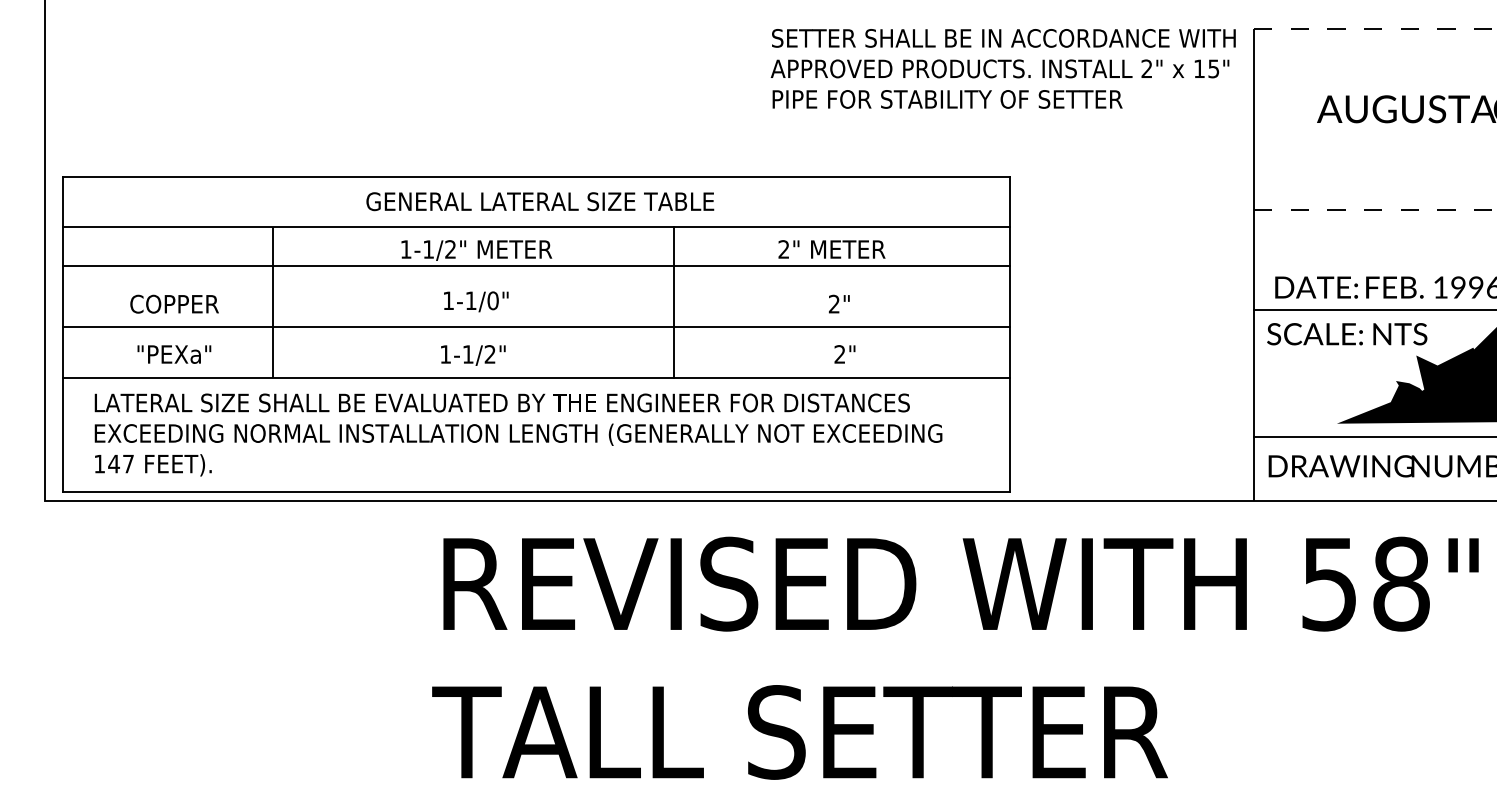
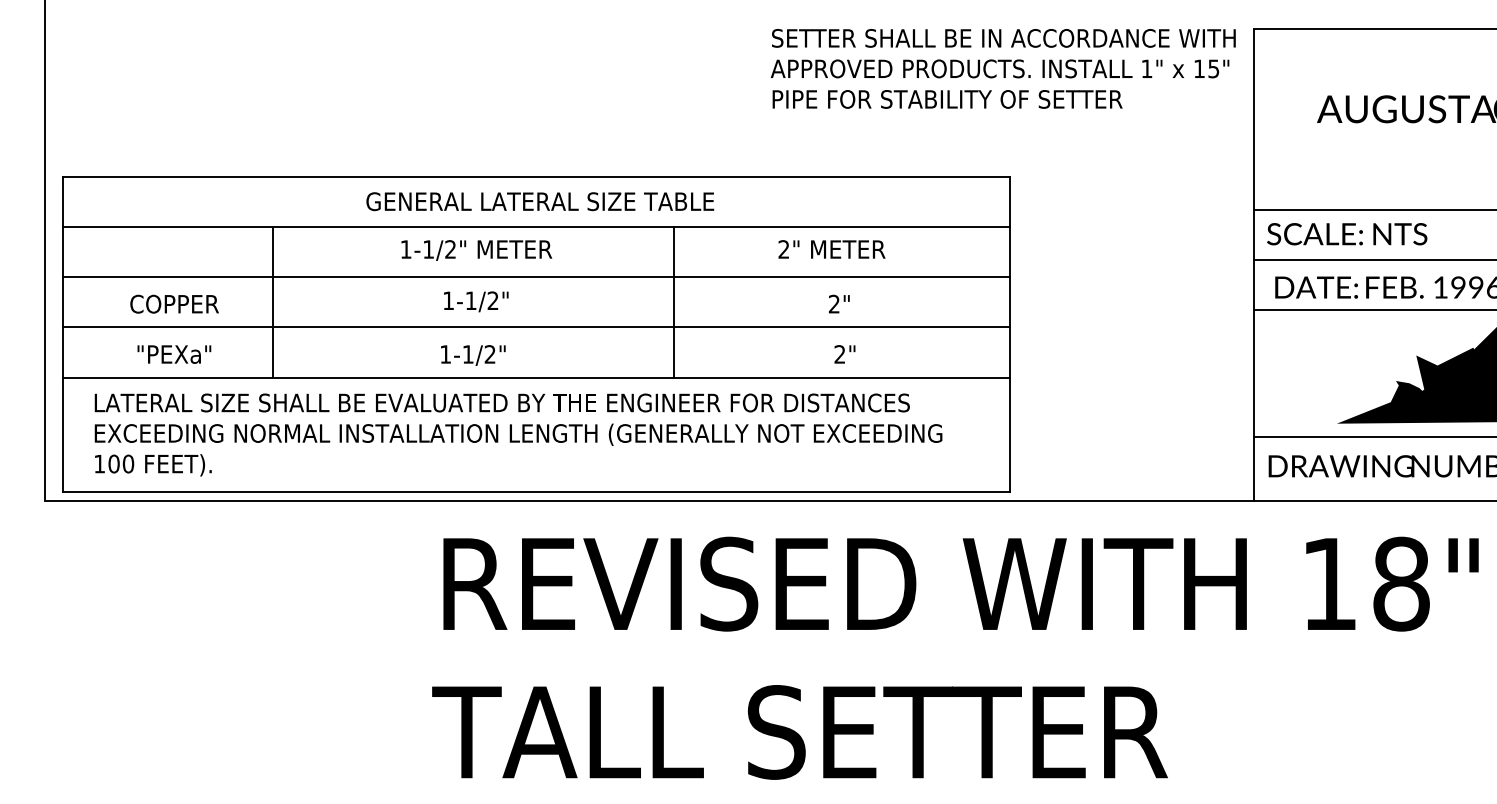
line at (1376, 28): dashed -> solid
text at (1146, 68): 2" -> 1"
line at (1376, 209): dashed -> solid
line at (1373, 259): none -> present
line at (536, 266) position: (536, 266) -> (536, 277)
text at (492, 300): 1-1/0" -> 1-1/2"
text at (1347, 334) position: (1347, 334) -> (1347, 234)
text at (121, 463): 147 -> 100
text at (1328, 584): 58" -> 18"
